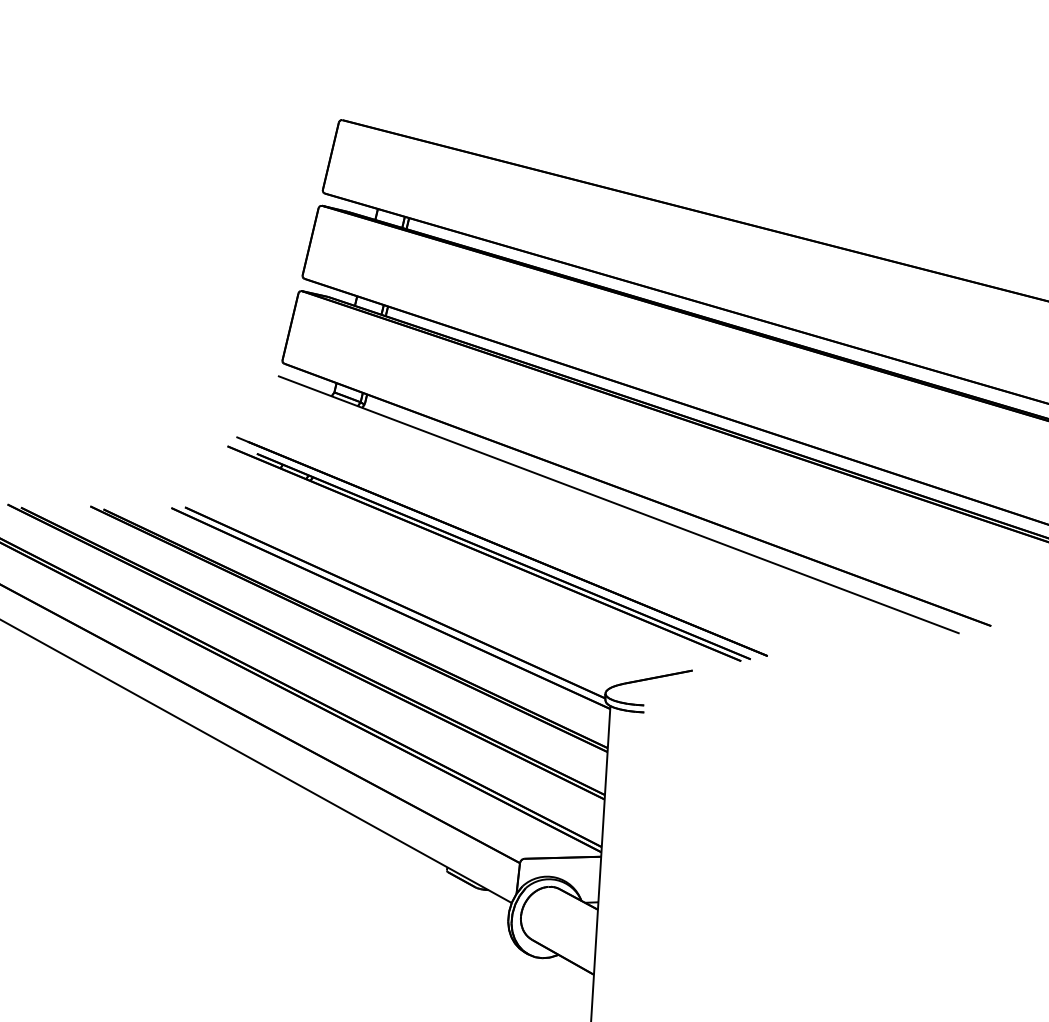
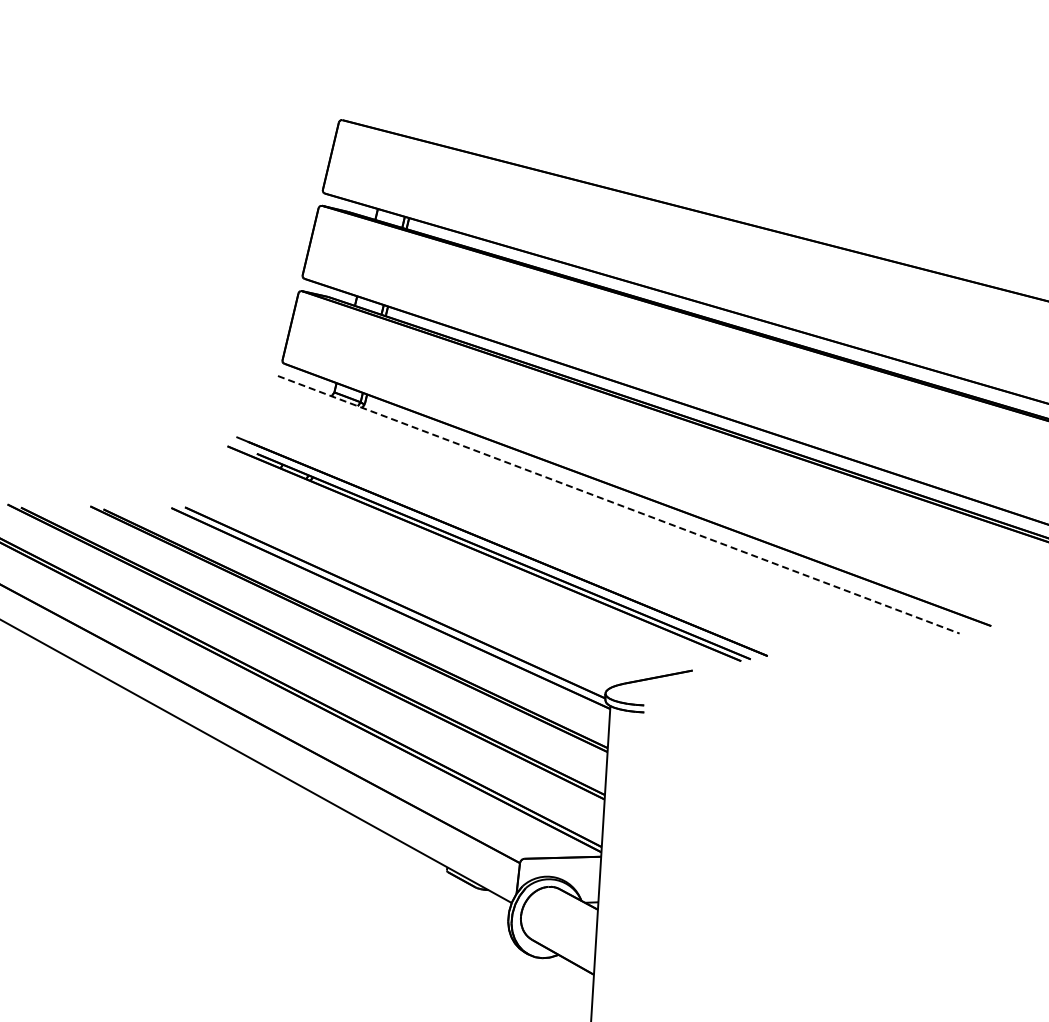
line at (619, 504): solid -> dashed
